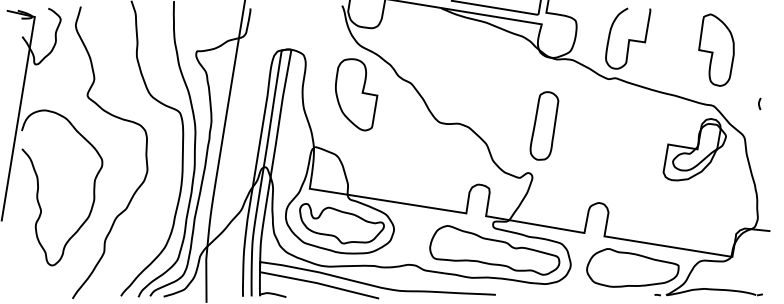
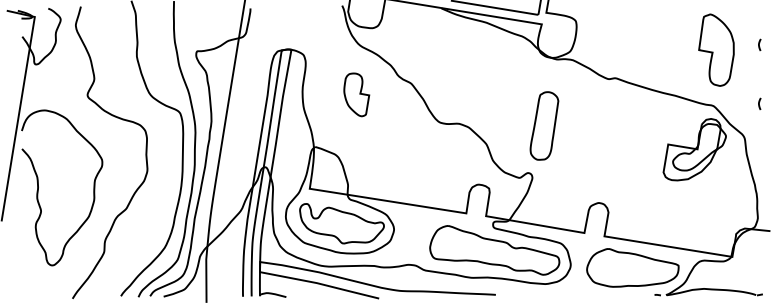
curve at (628, 39): present -> none
curve at (759, 44): none -> present
part at (356, 94) size: 44x74 px -> 28x46 px
